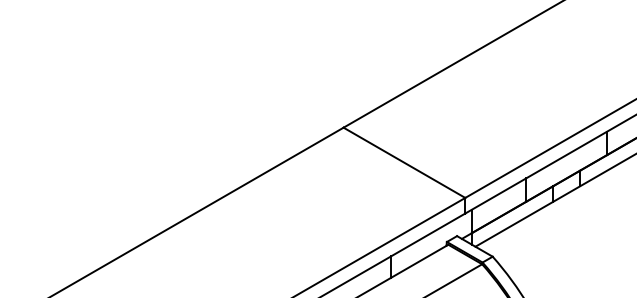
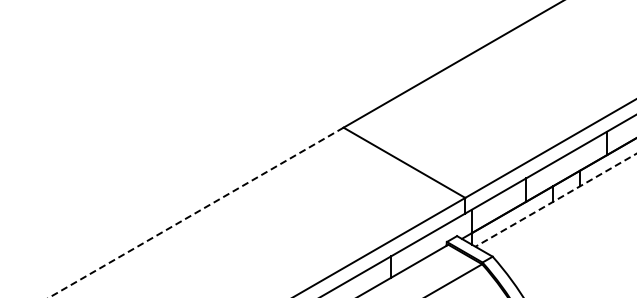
line at (555, 200): solid -> dashed
line at (196, 212): solid -> dashed
